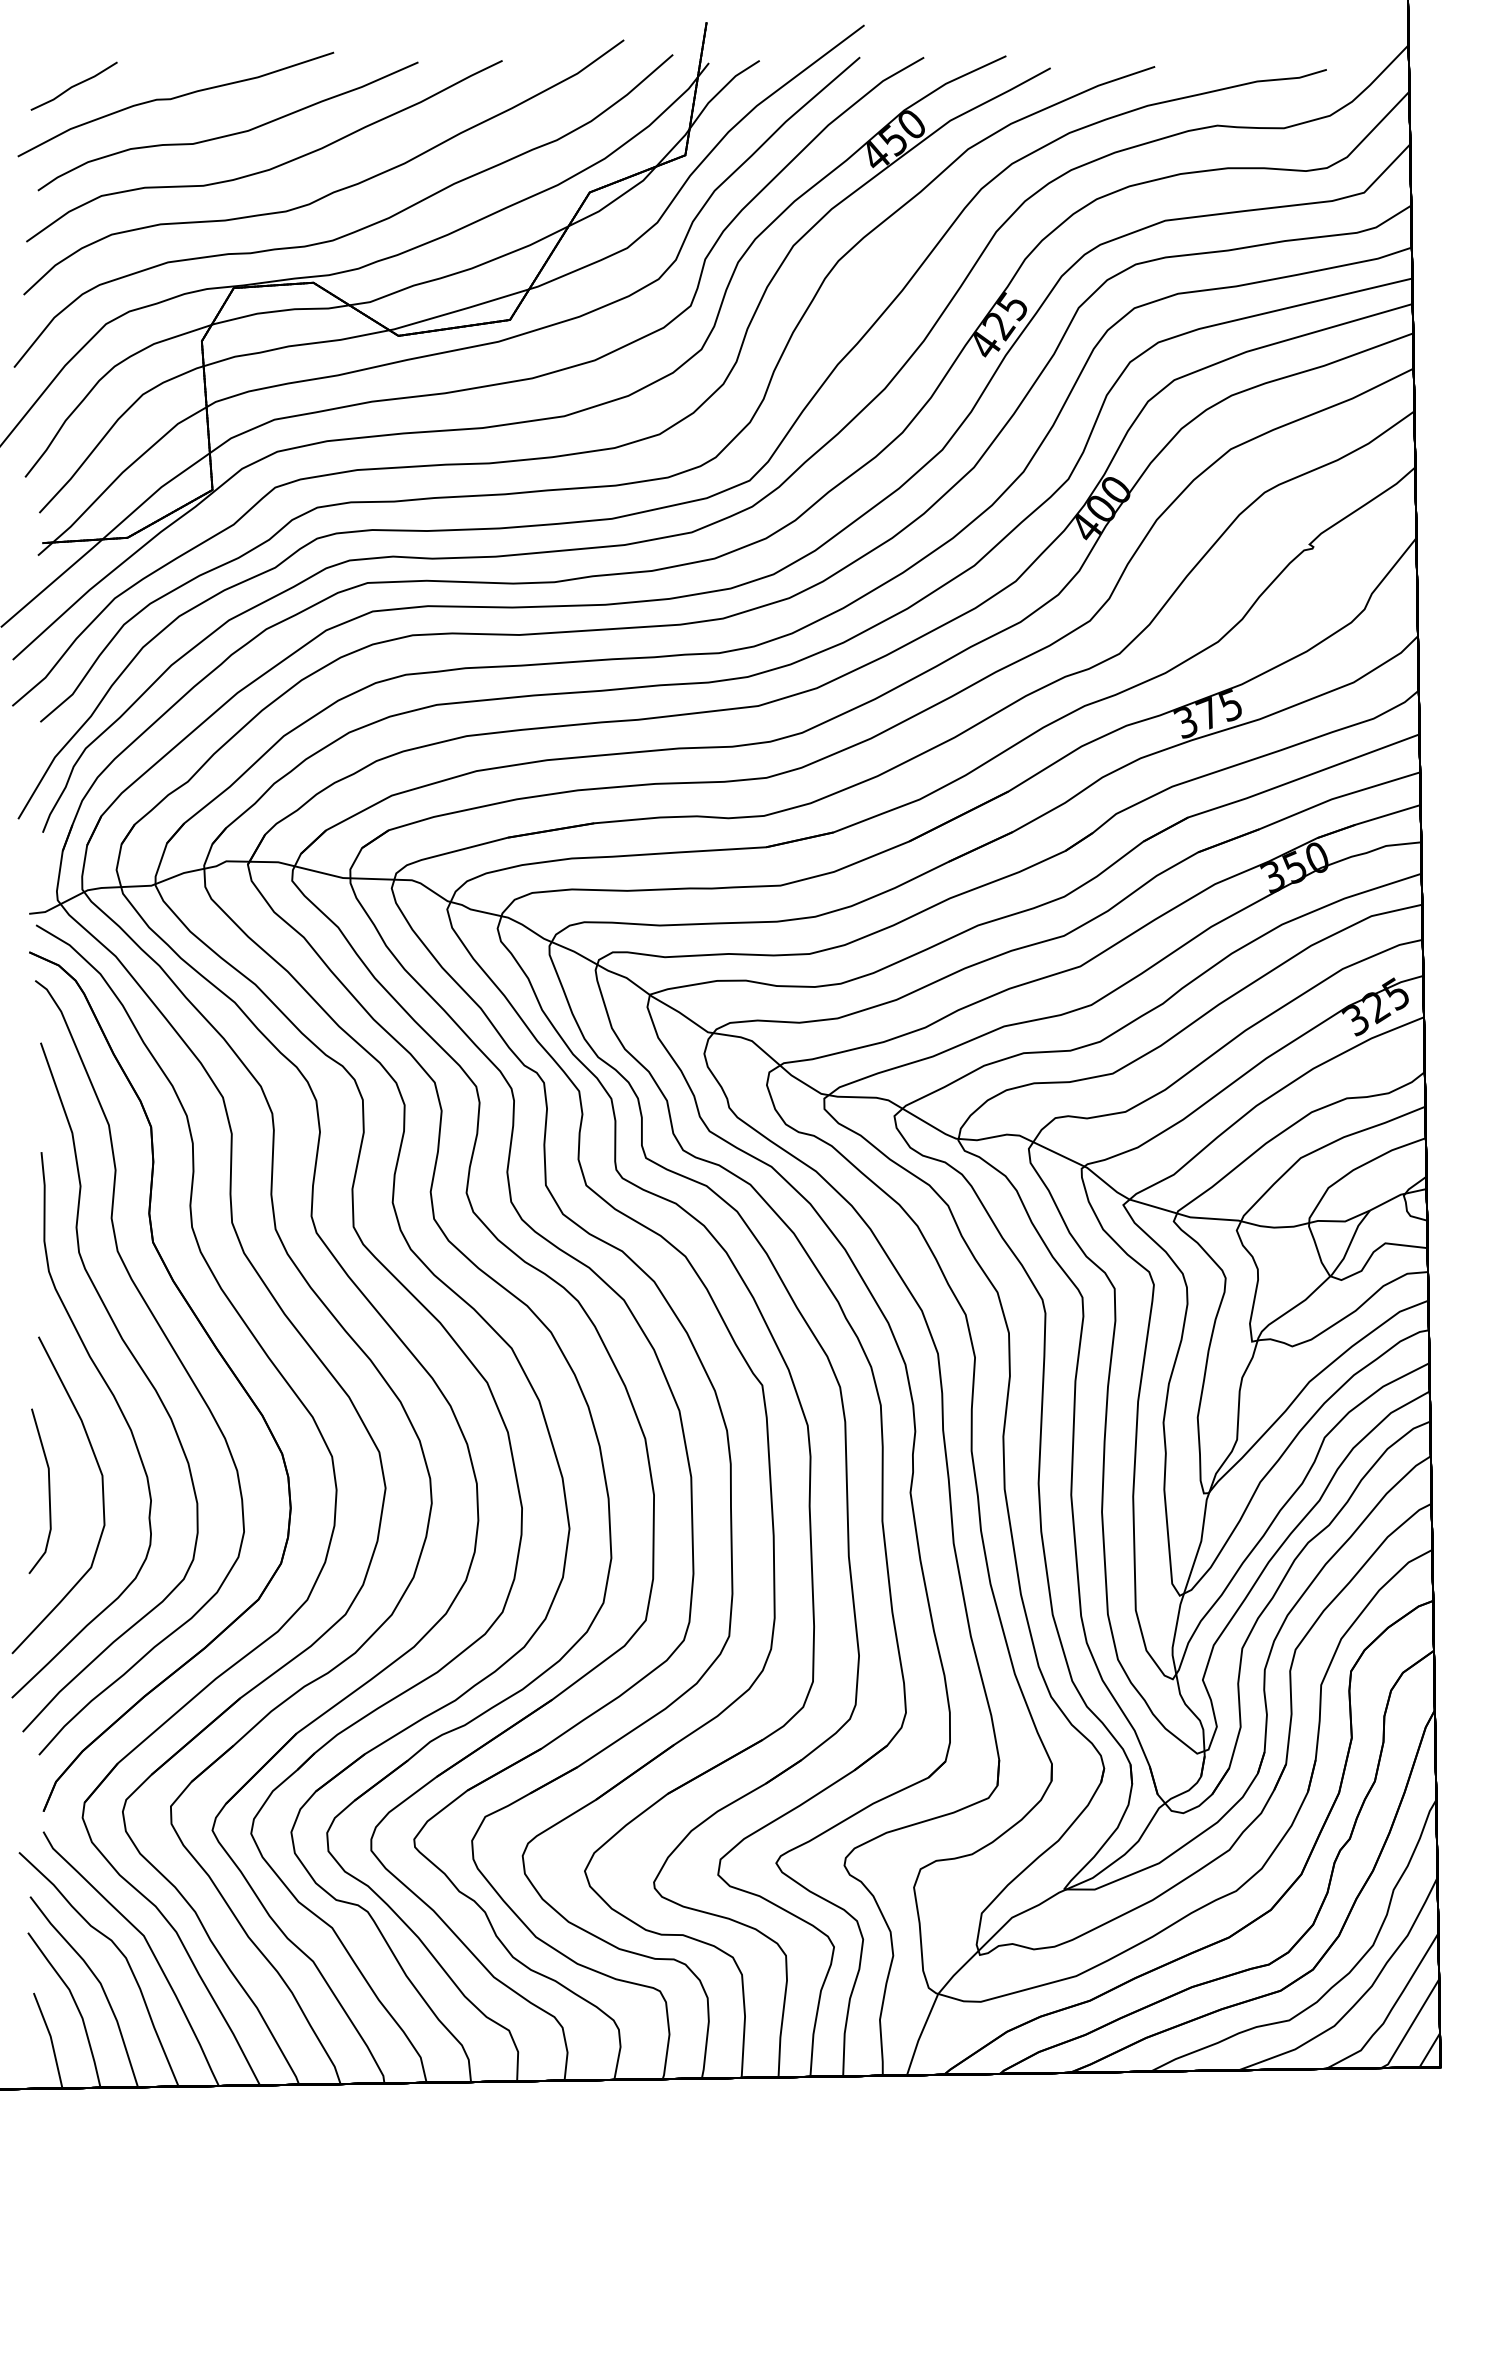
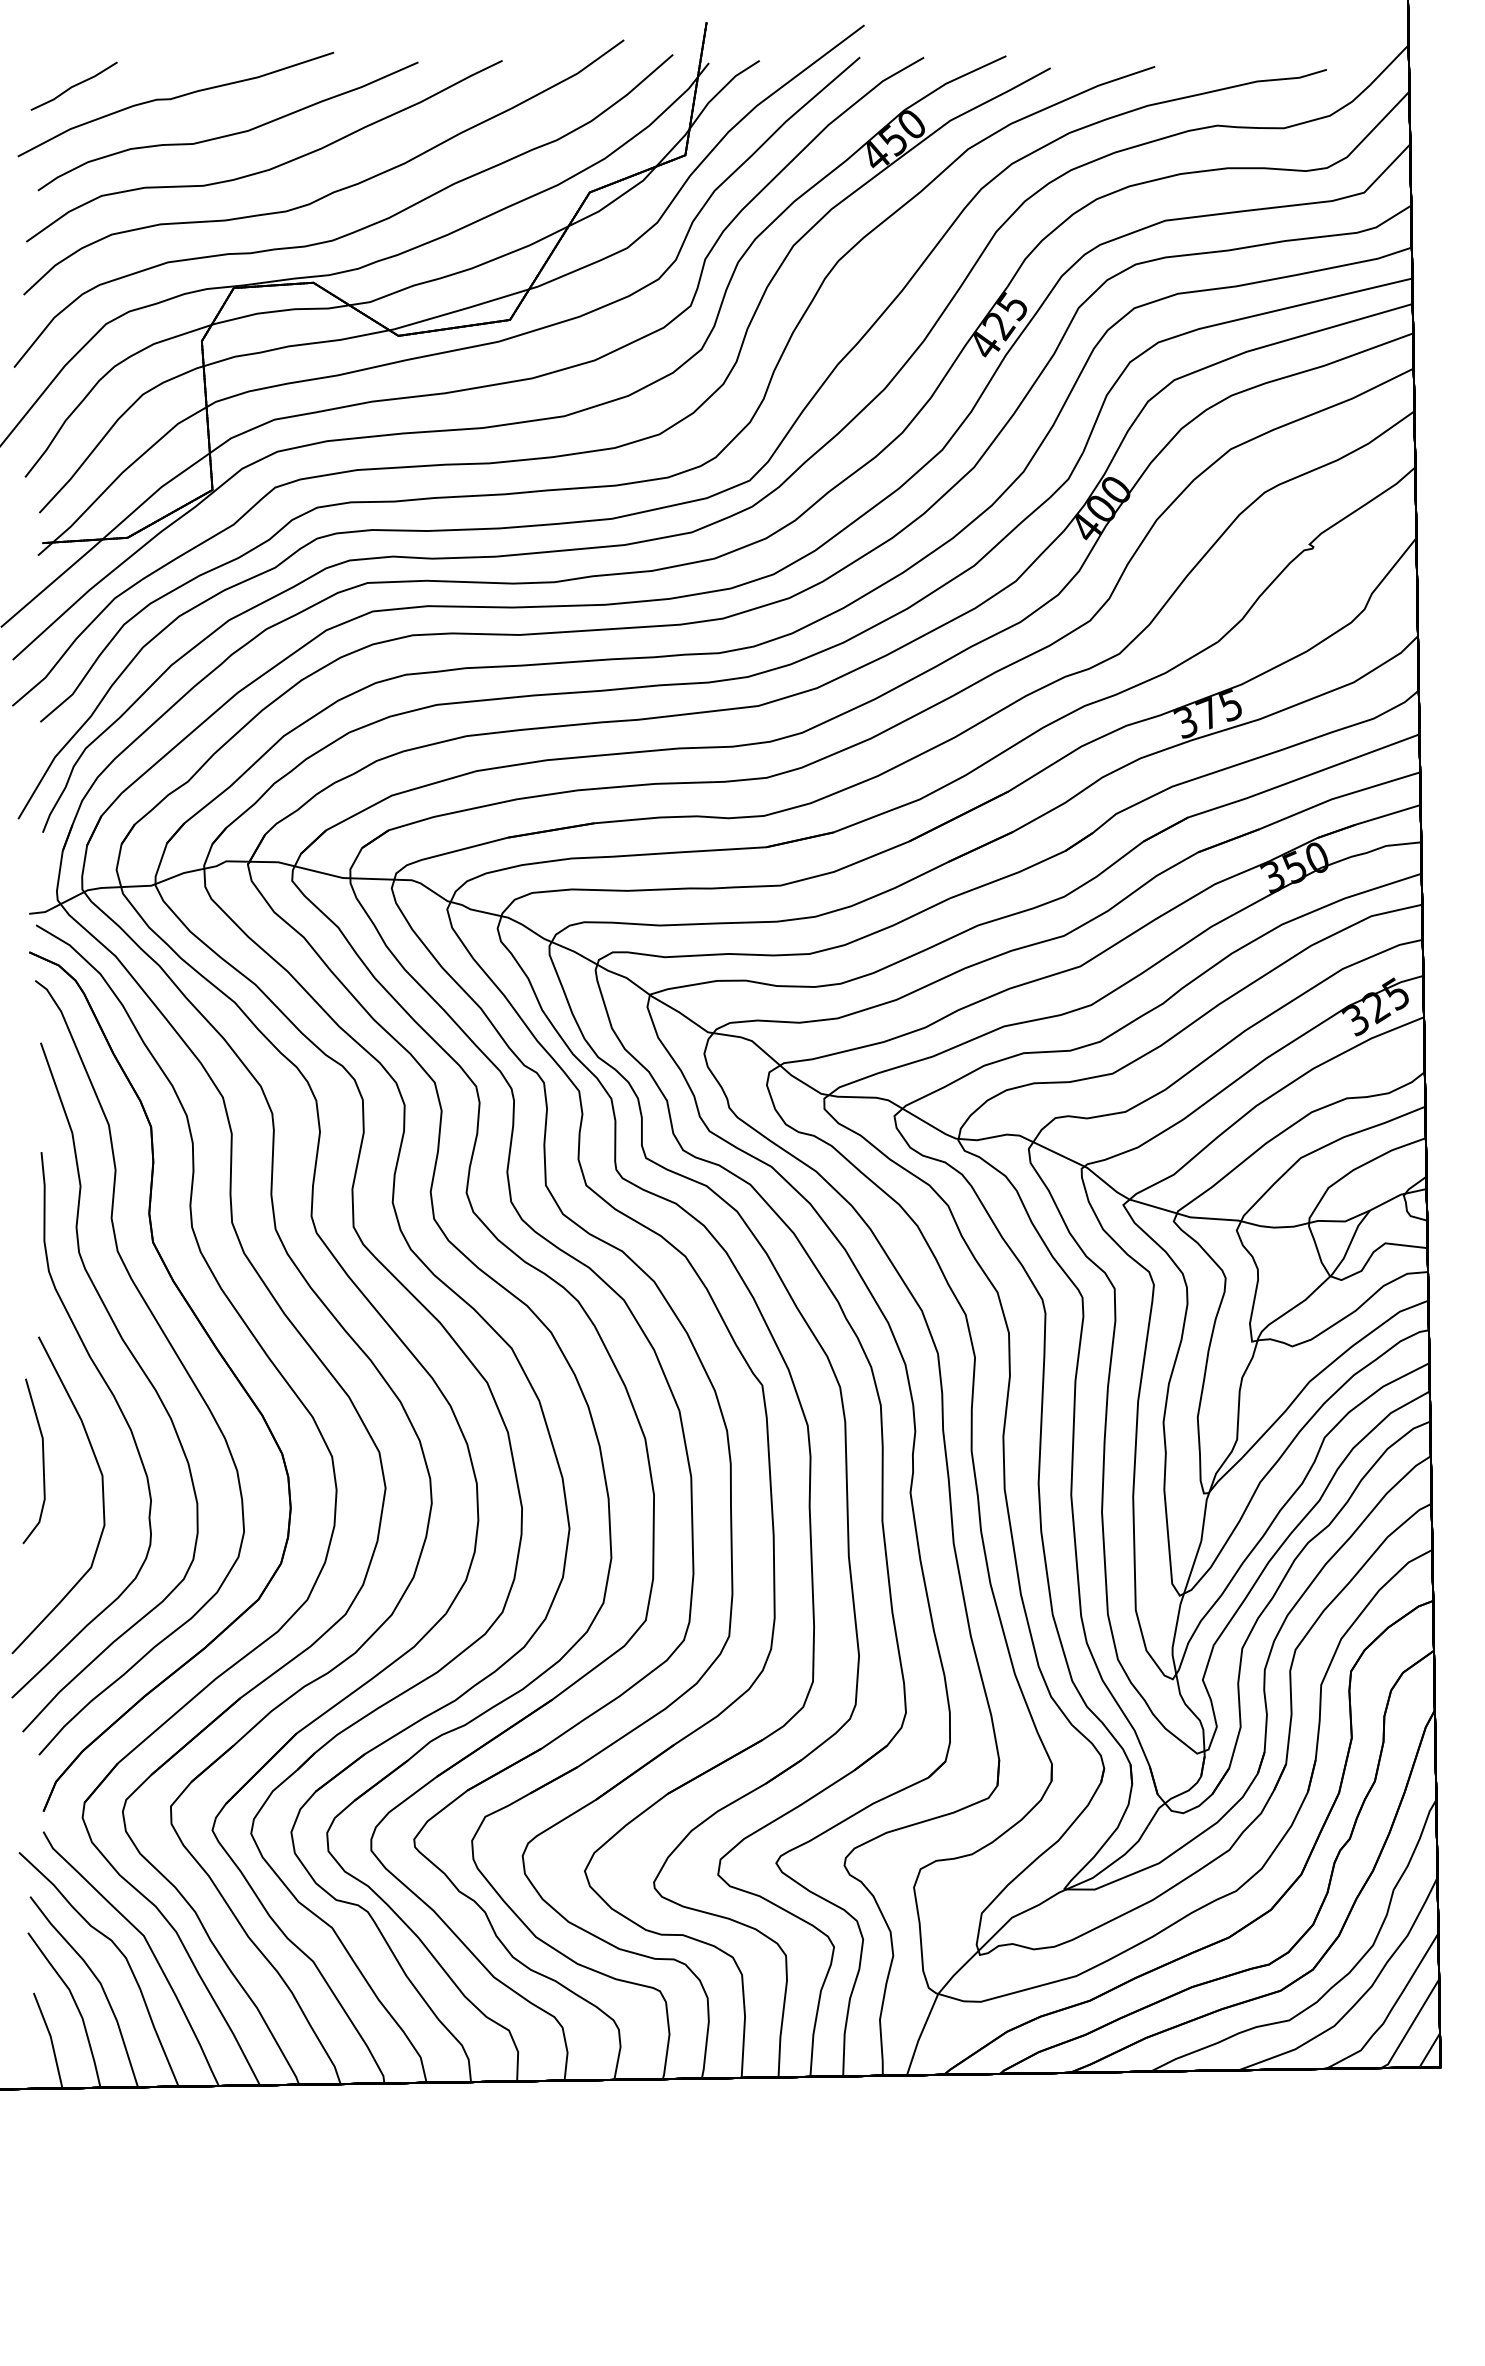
part at (48, 1491) position: (48, 1491) -> (42, 1461)
